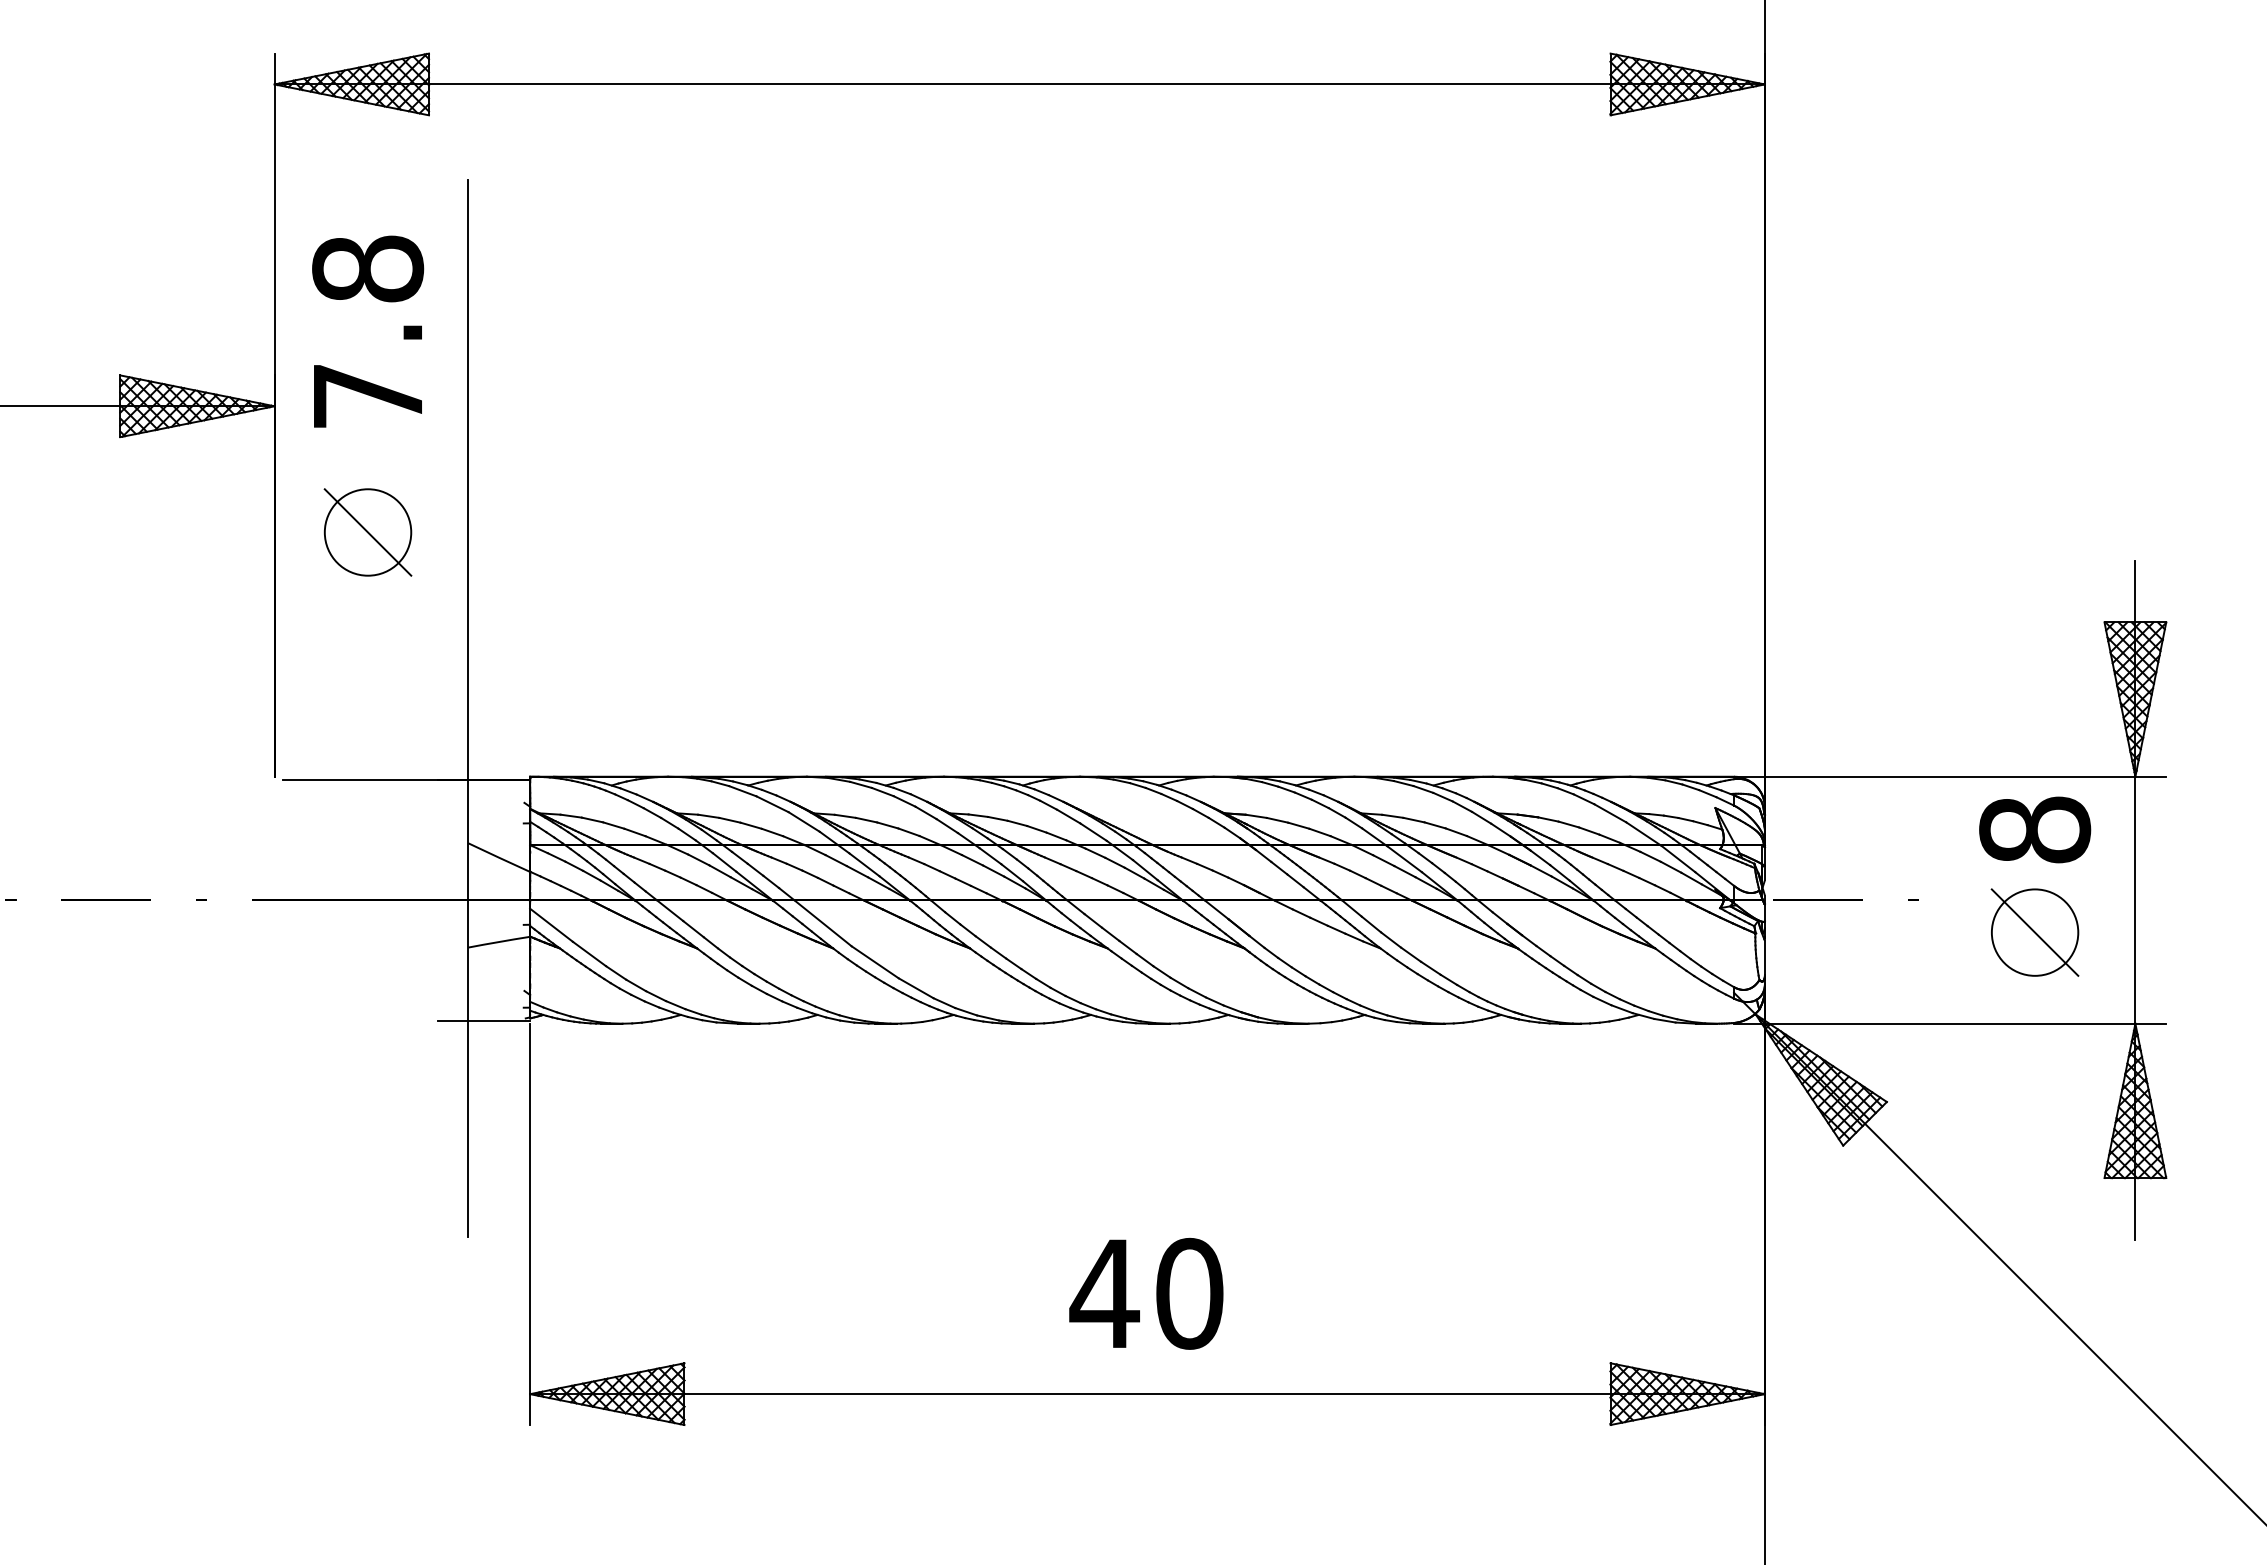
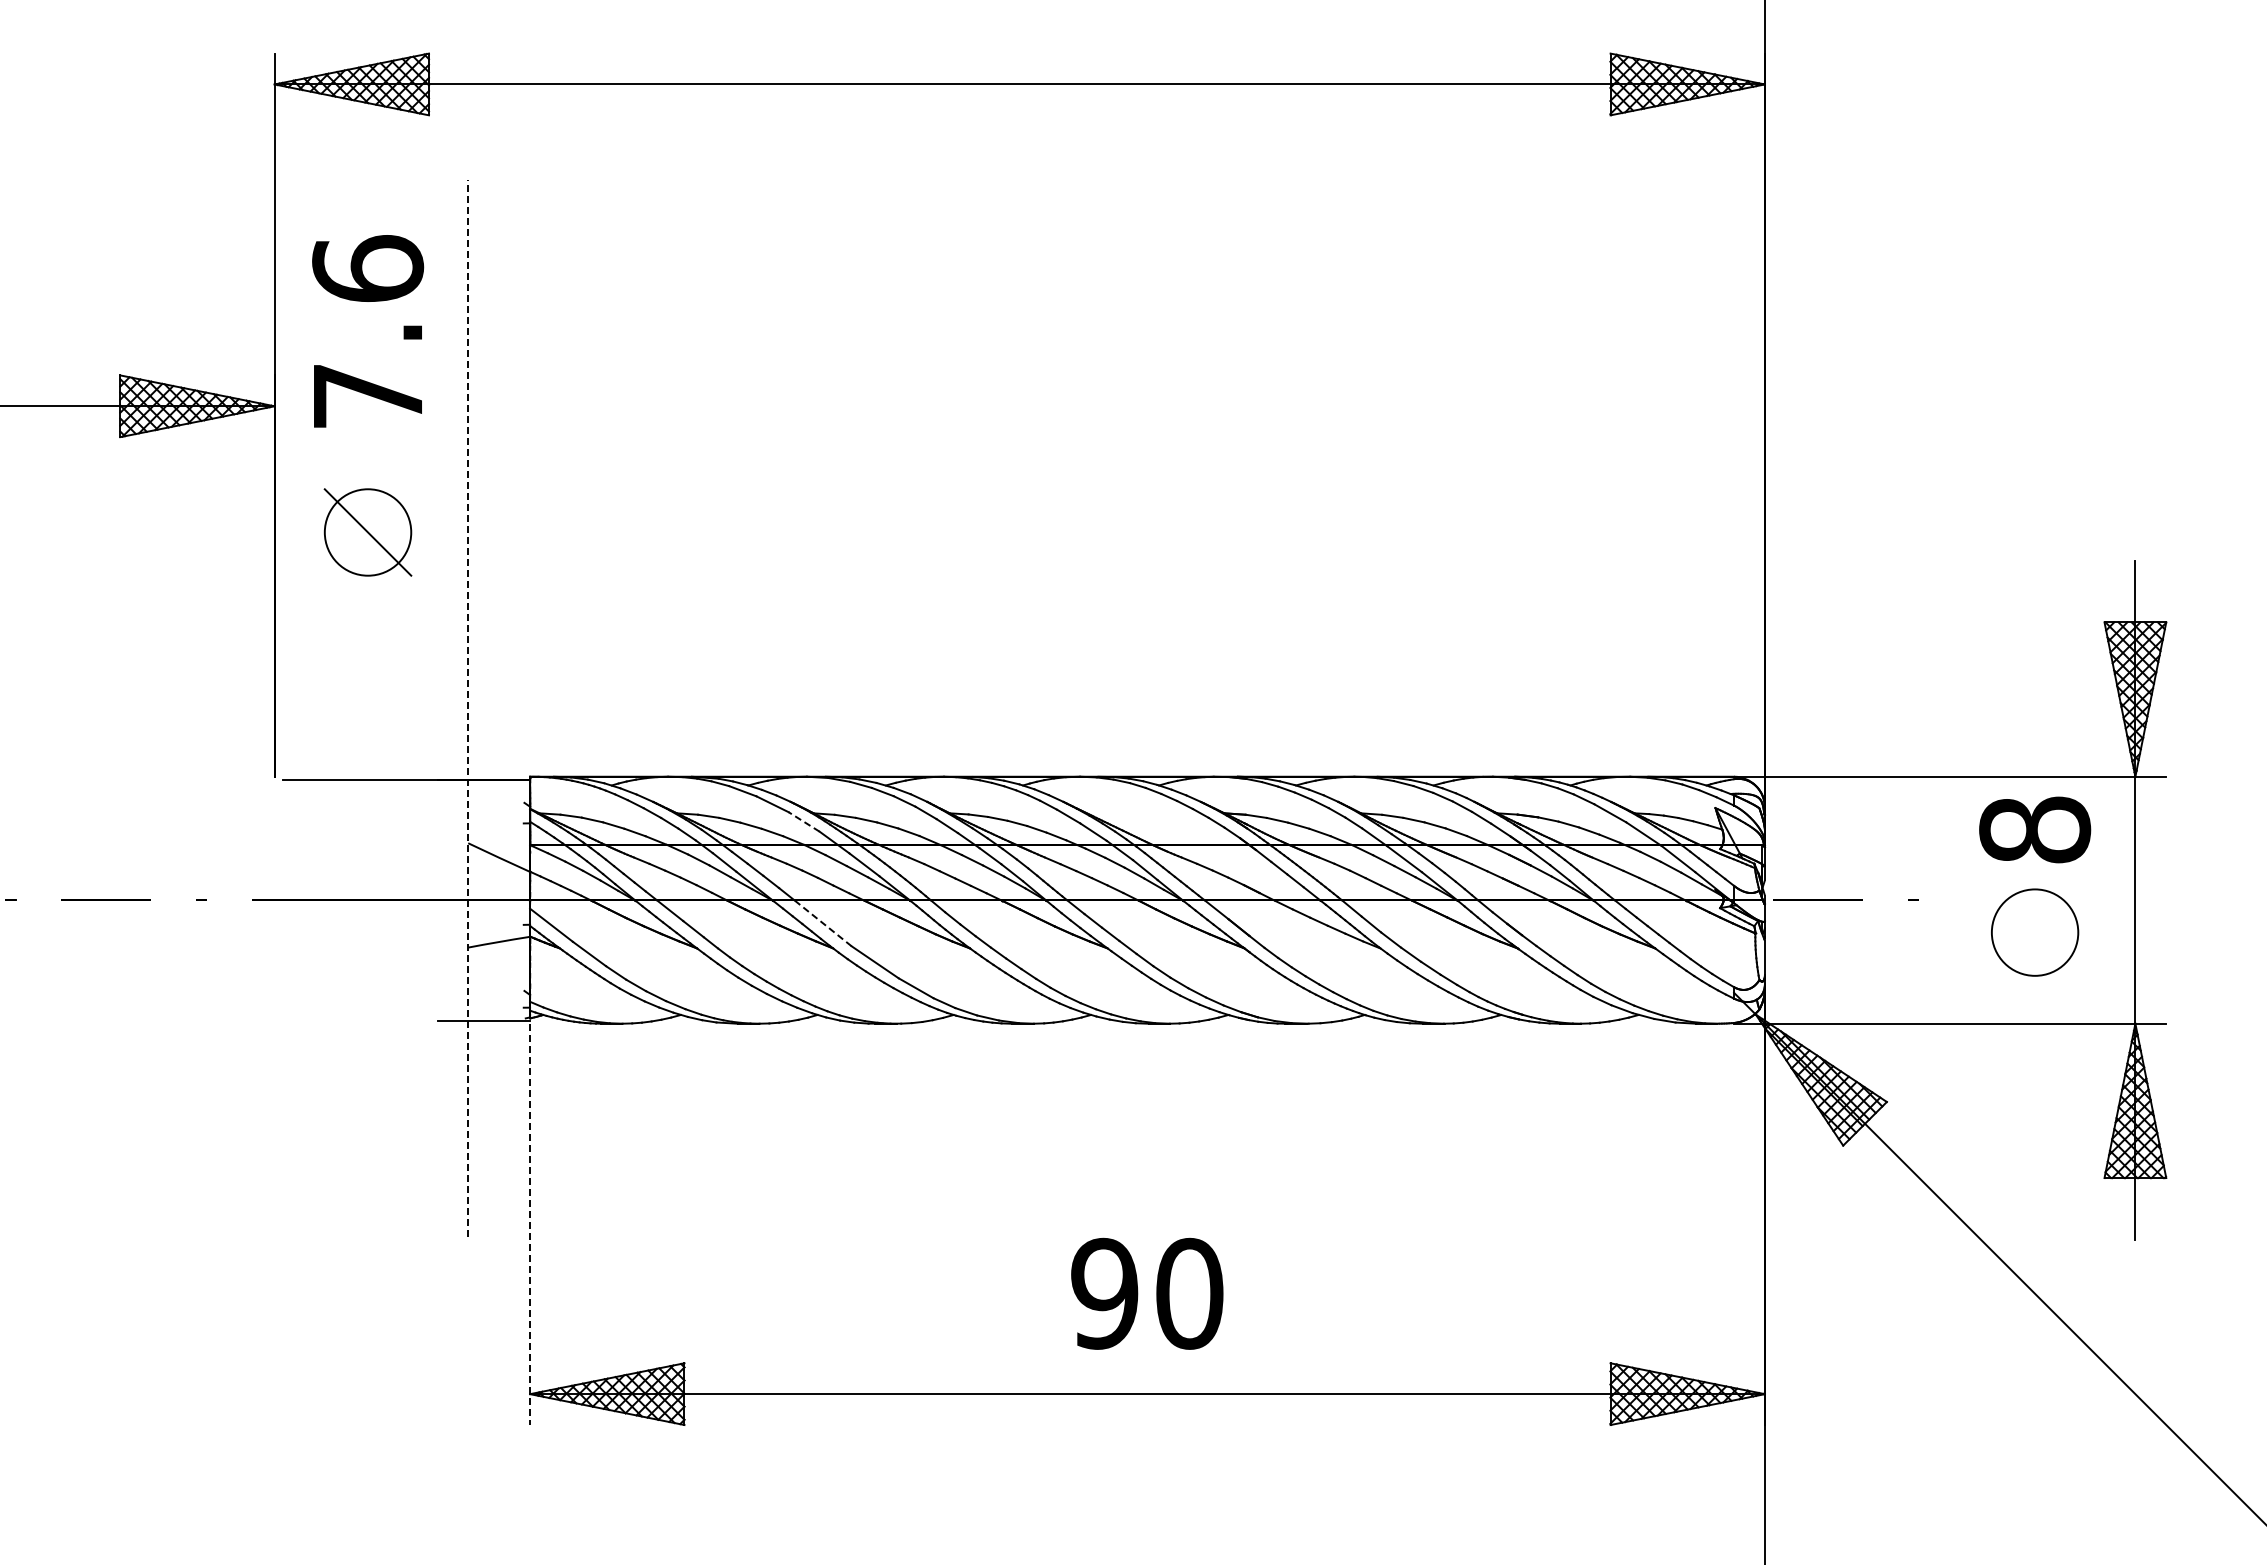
text at (368, 268): 7.8 -> 7.6
line at (468, 707): solid -> dashed
line at (803, 821): solid -> dashed
line at (823, 923): solid -> dashed
line at (2034, 932): present -> none
line at (530, 1224): solid -> dashed
text at (1104, 1293): 40 -> 90
